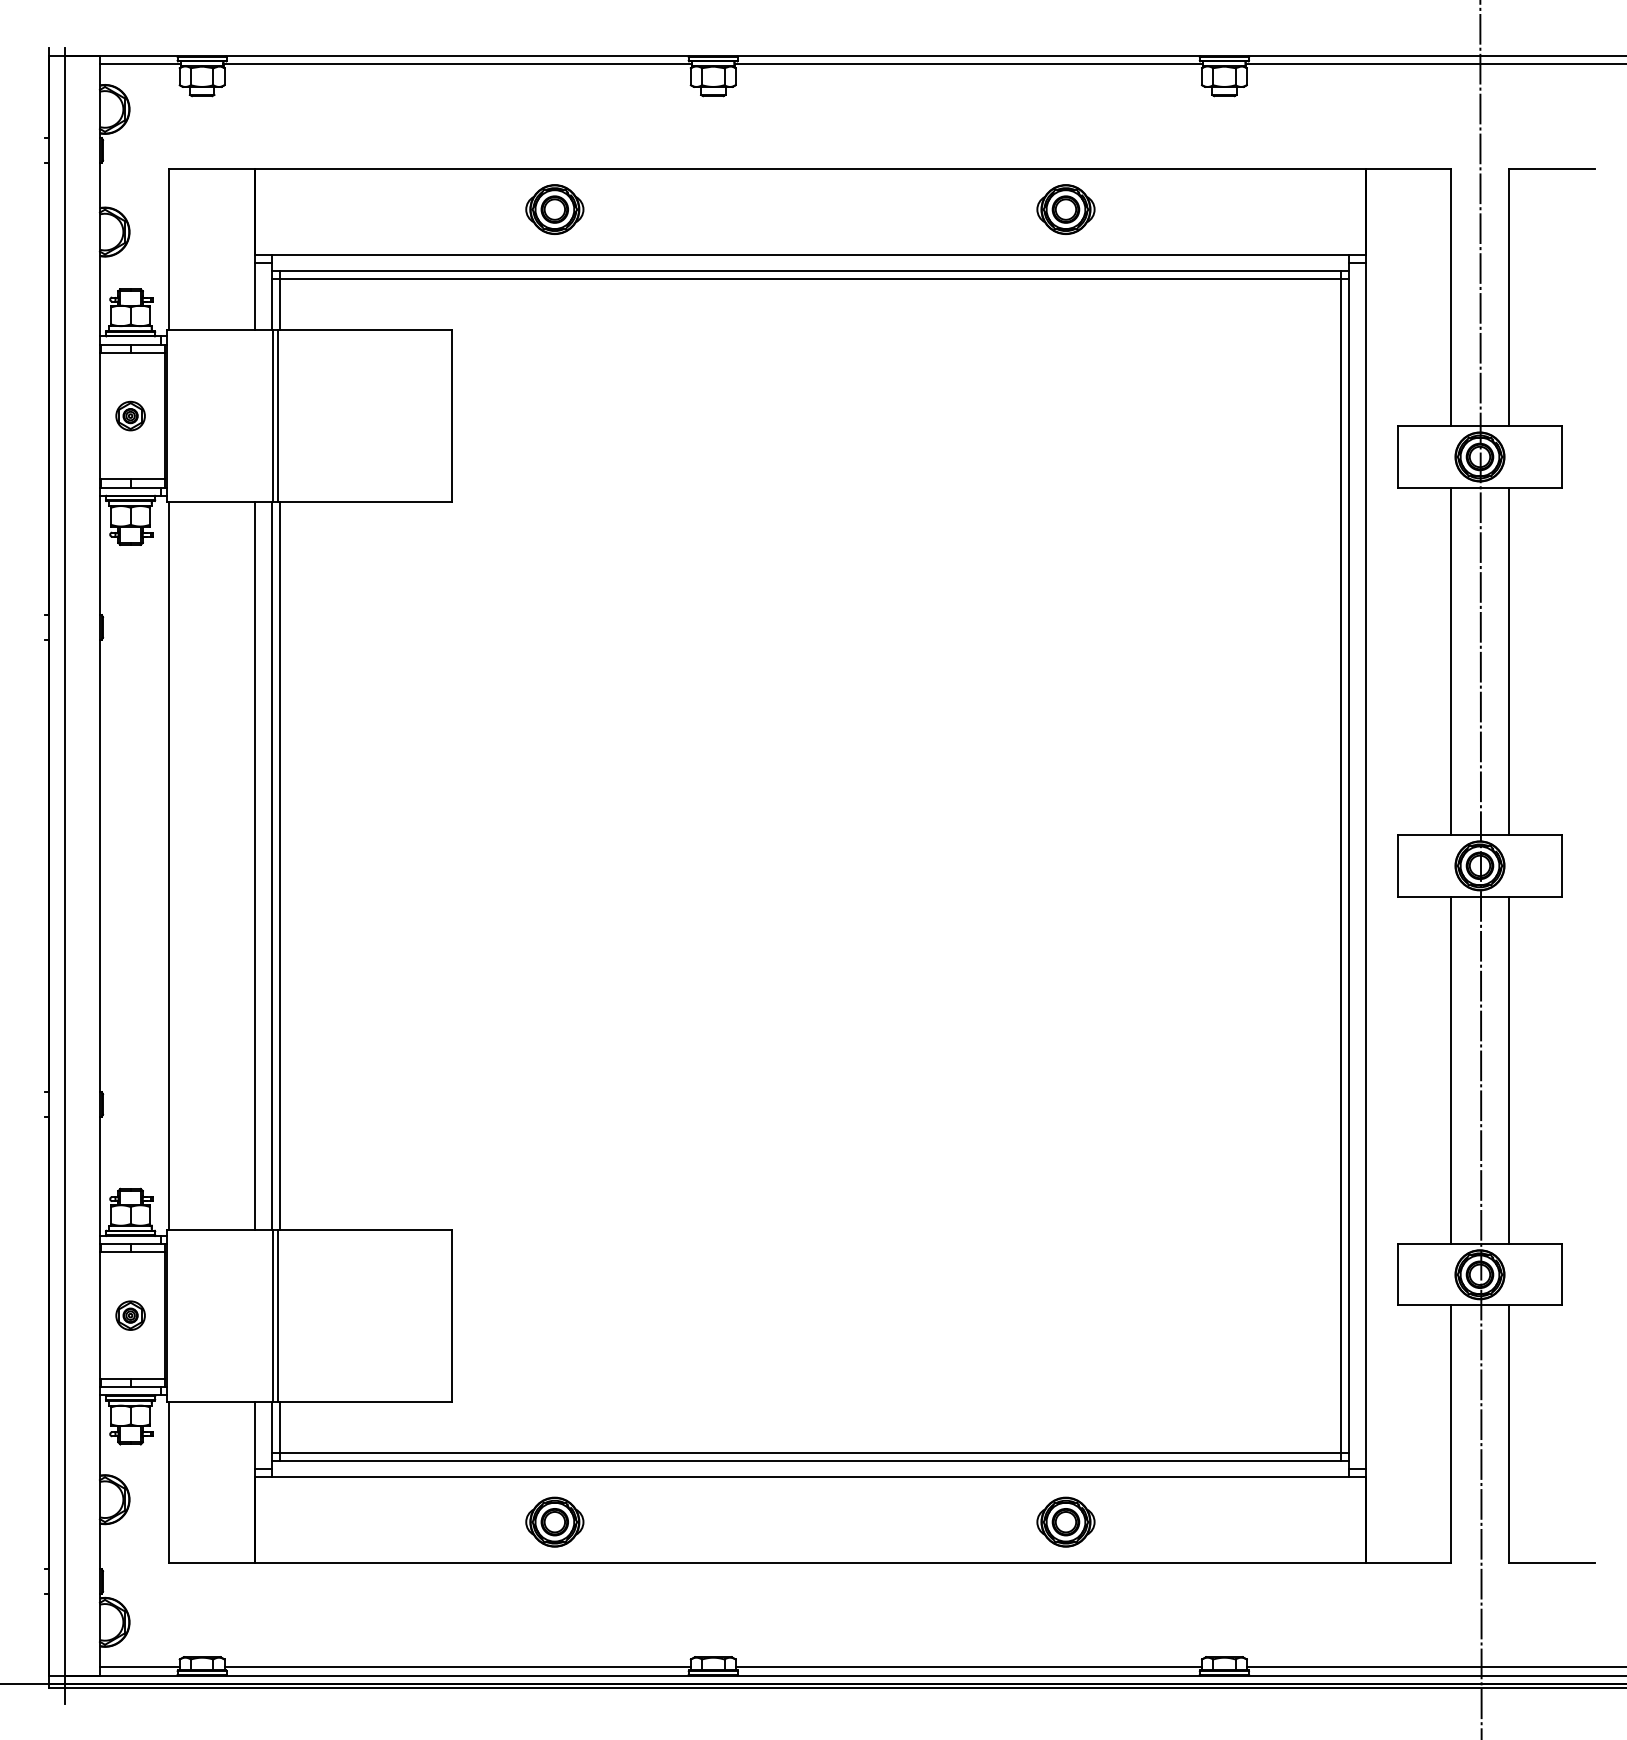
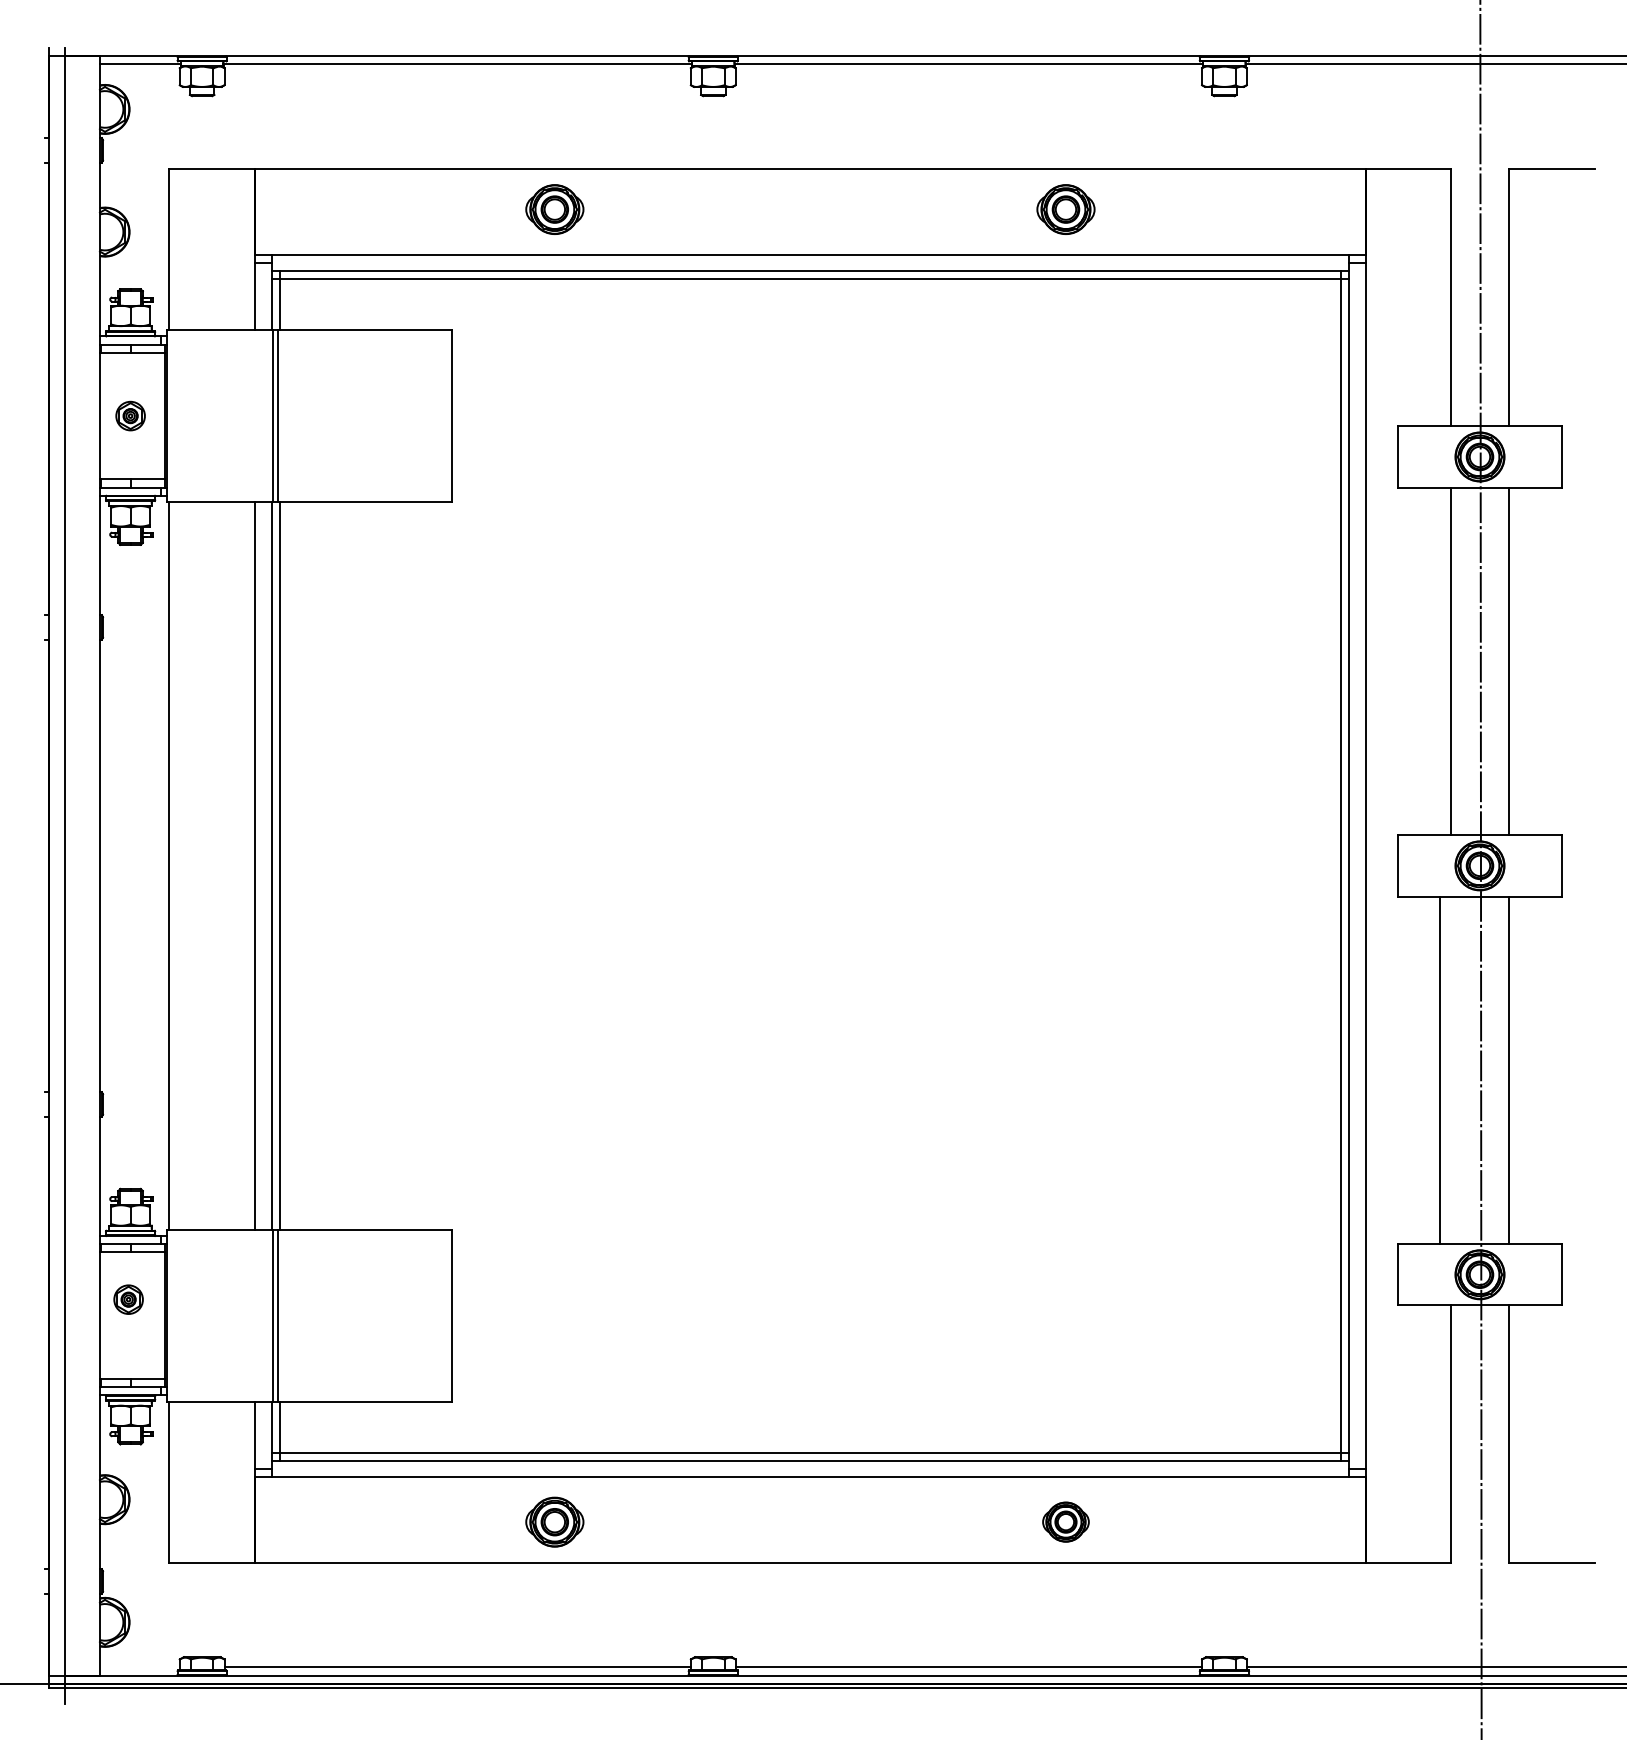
line at (1451, 1070) position: (1451, 1070) -> (1440, 1070)
part at (130, 1315) position: (130, 1315) -> (128, 1299)
part at (1065, 1521) size: 60x52 px -> 48x42 px
line at (139, 1667): present -> none
